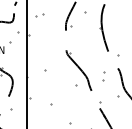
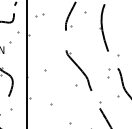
part at (103, 76) position: (103, 76) -> (108, 73)
